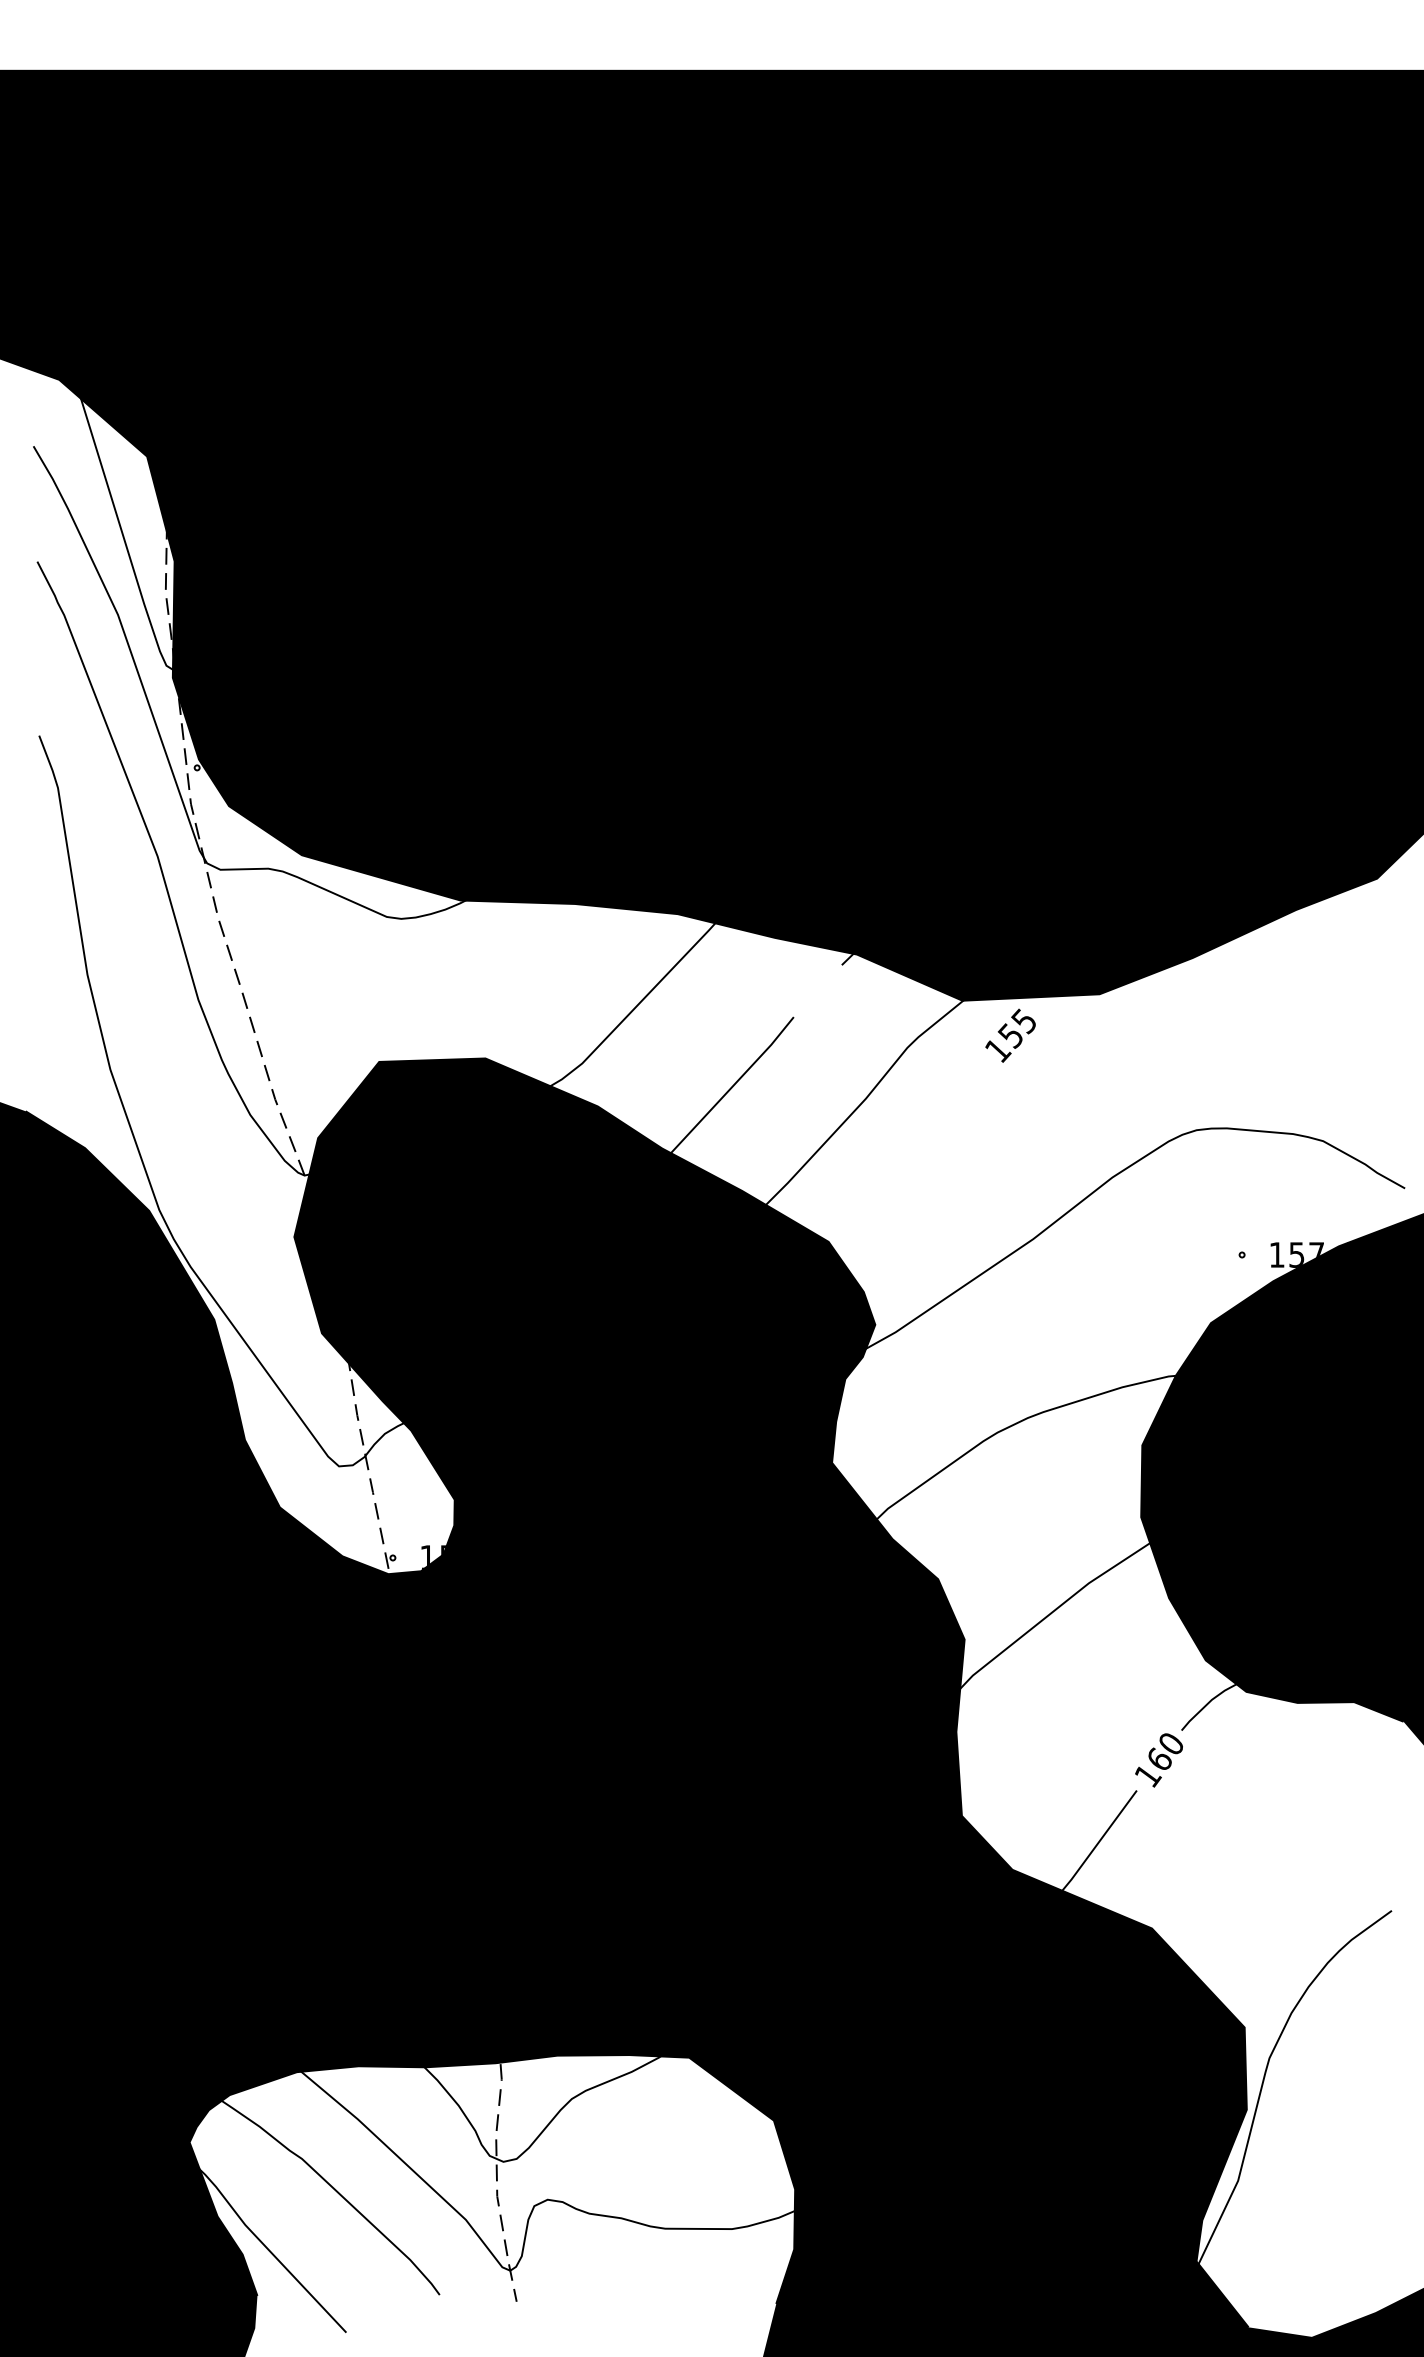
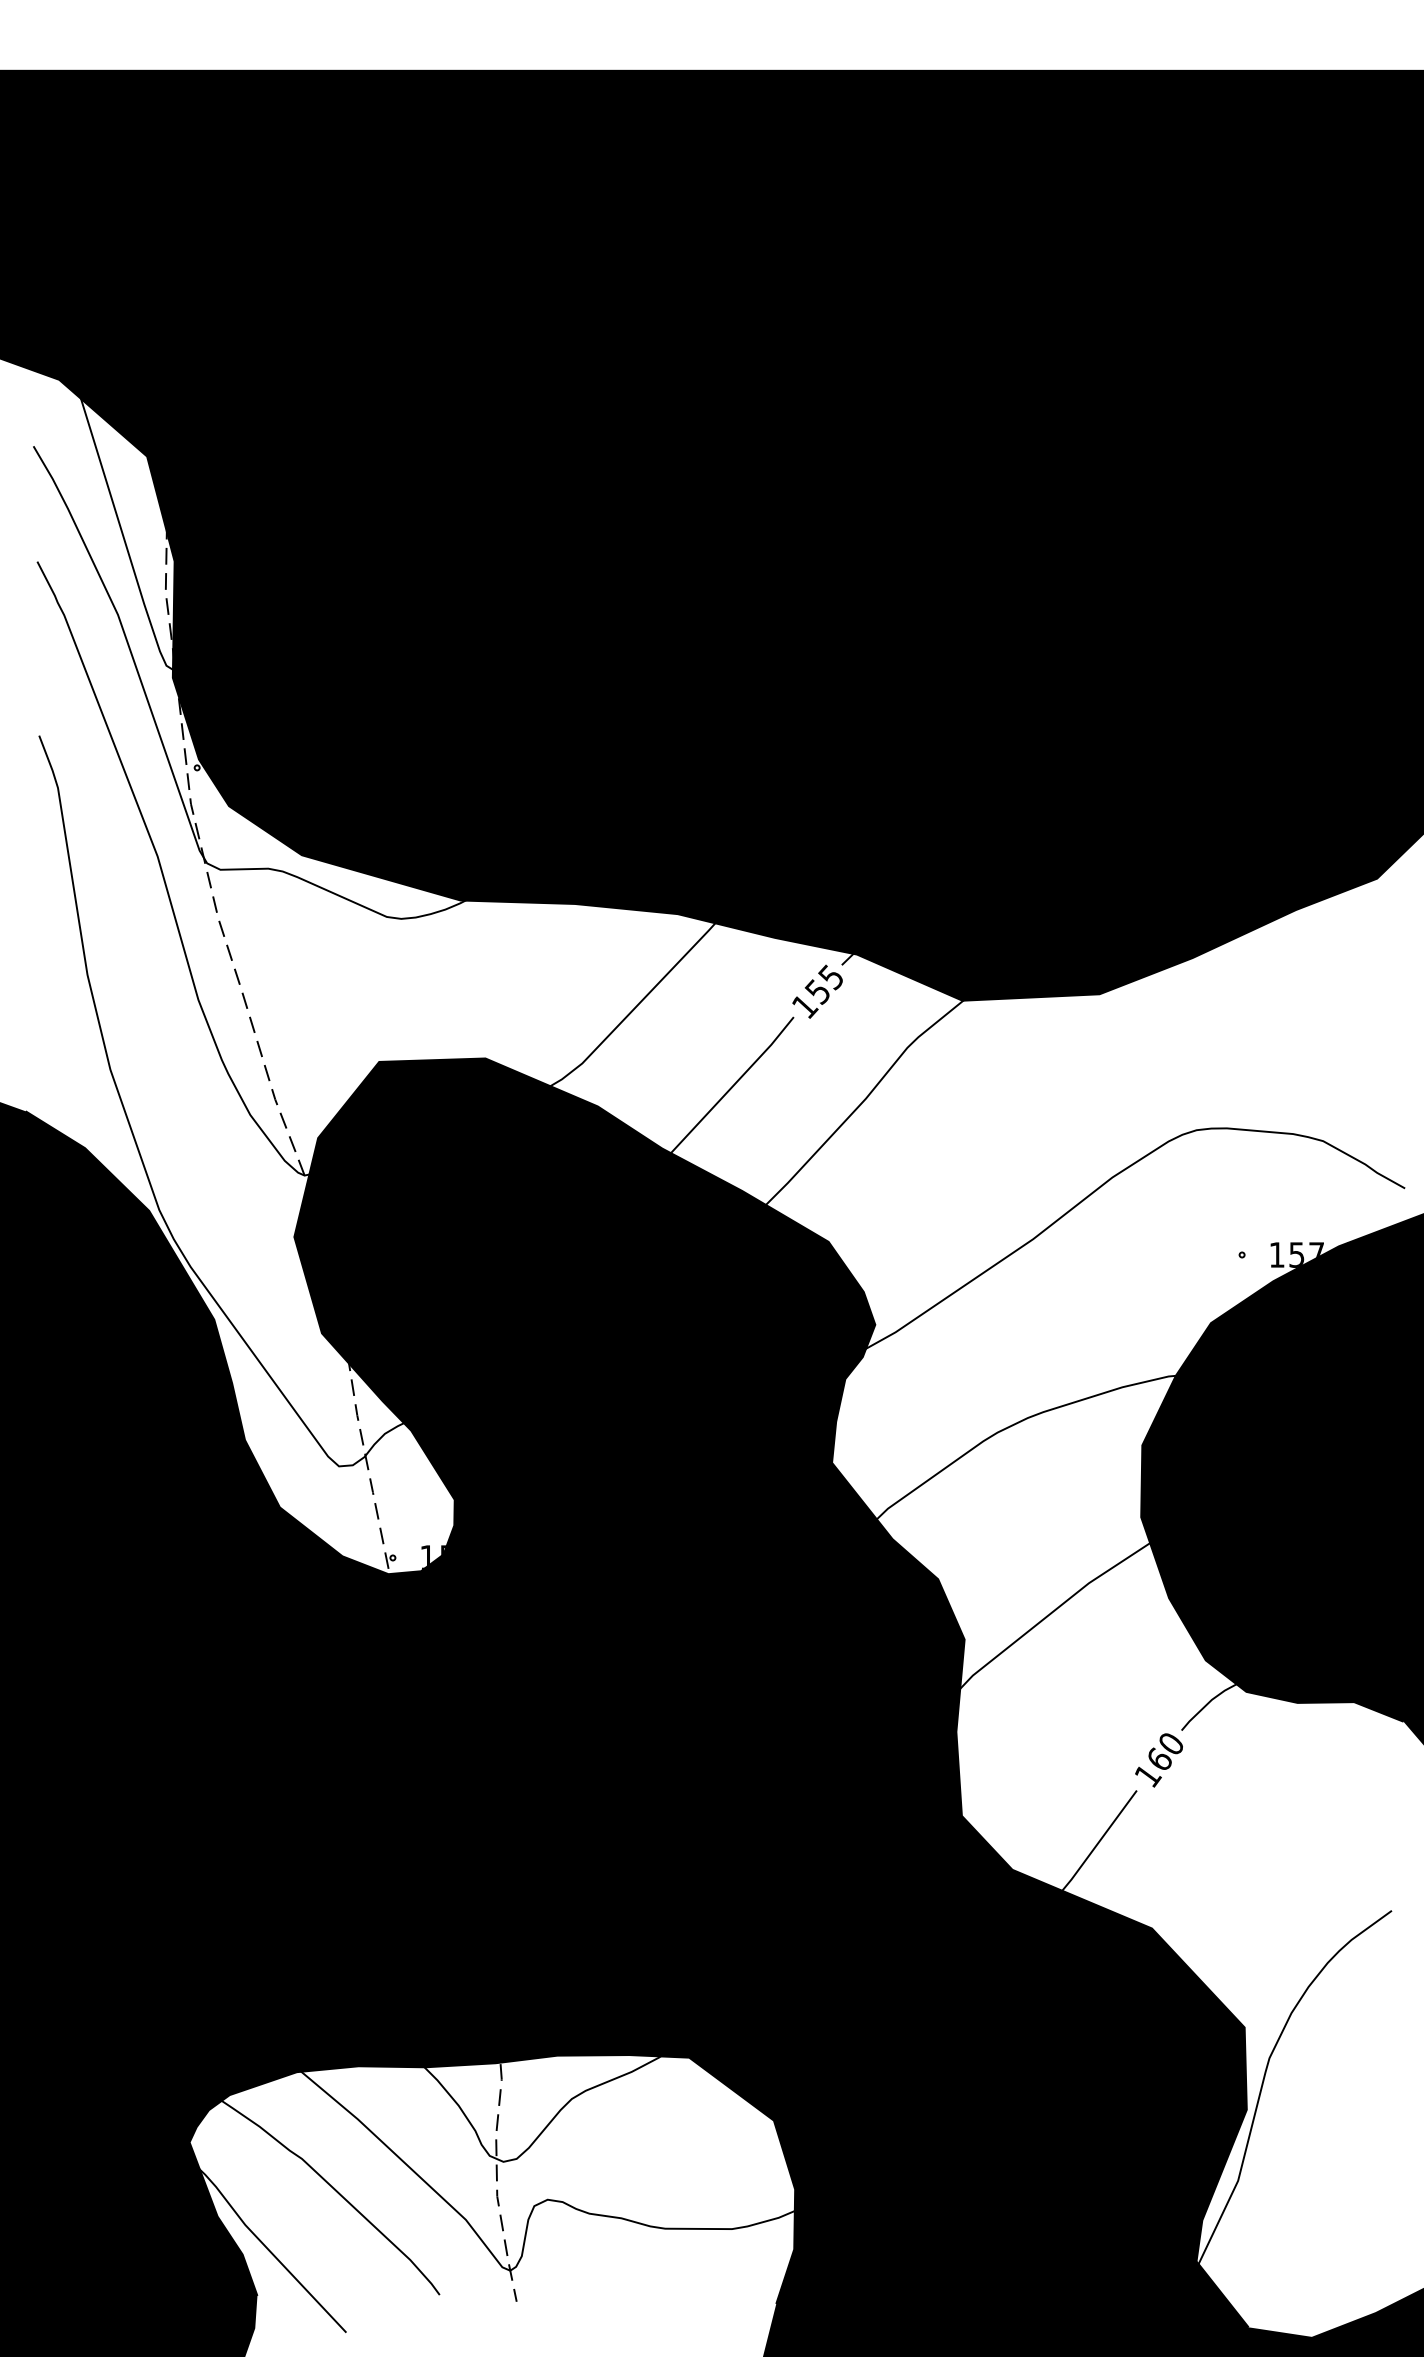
text at (1010, 1035) position: (1010, 1035) -> (817, 991)
